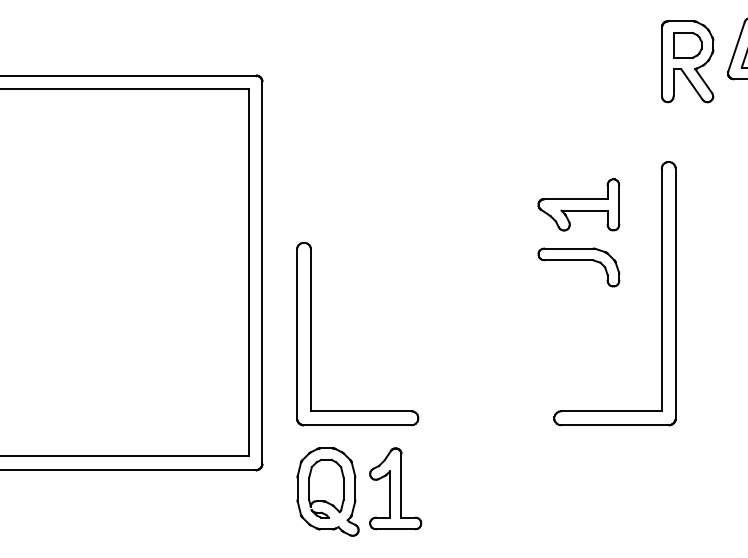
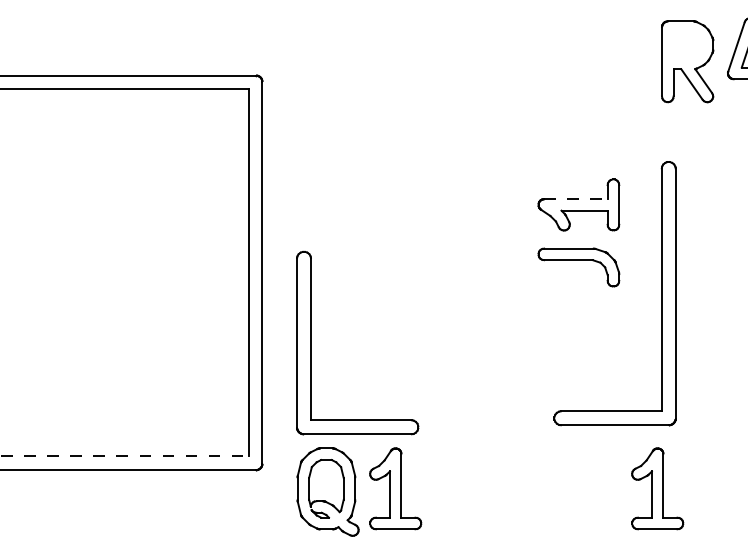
part at (687, 44): present -> none
line at (575, 199): solid -> dashed
part at (311, 333) position: (311, 333) -> (311, 342)
line at (124, 456): solid -> dashed
part at (657, 488): none -> present
